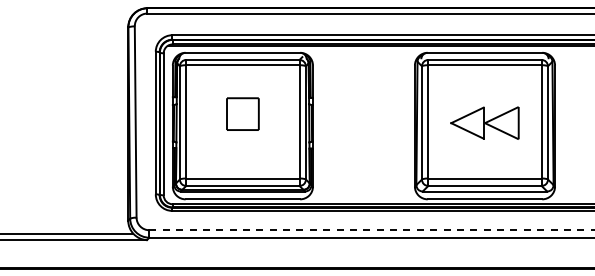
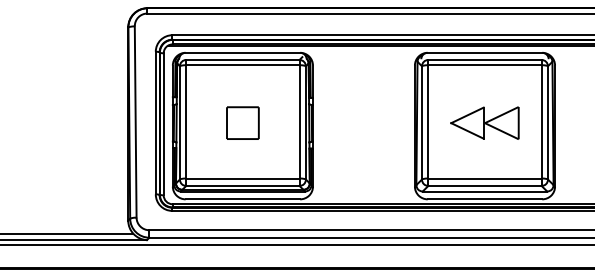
part at (242, 113) position: (242, 113) -> (242, 122)
line at (372, 230): dashed -> solid
line at (296, 244): none -> present
